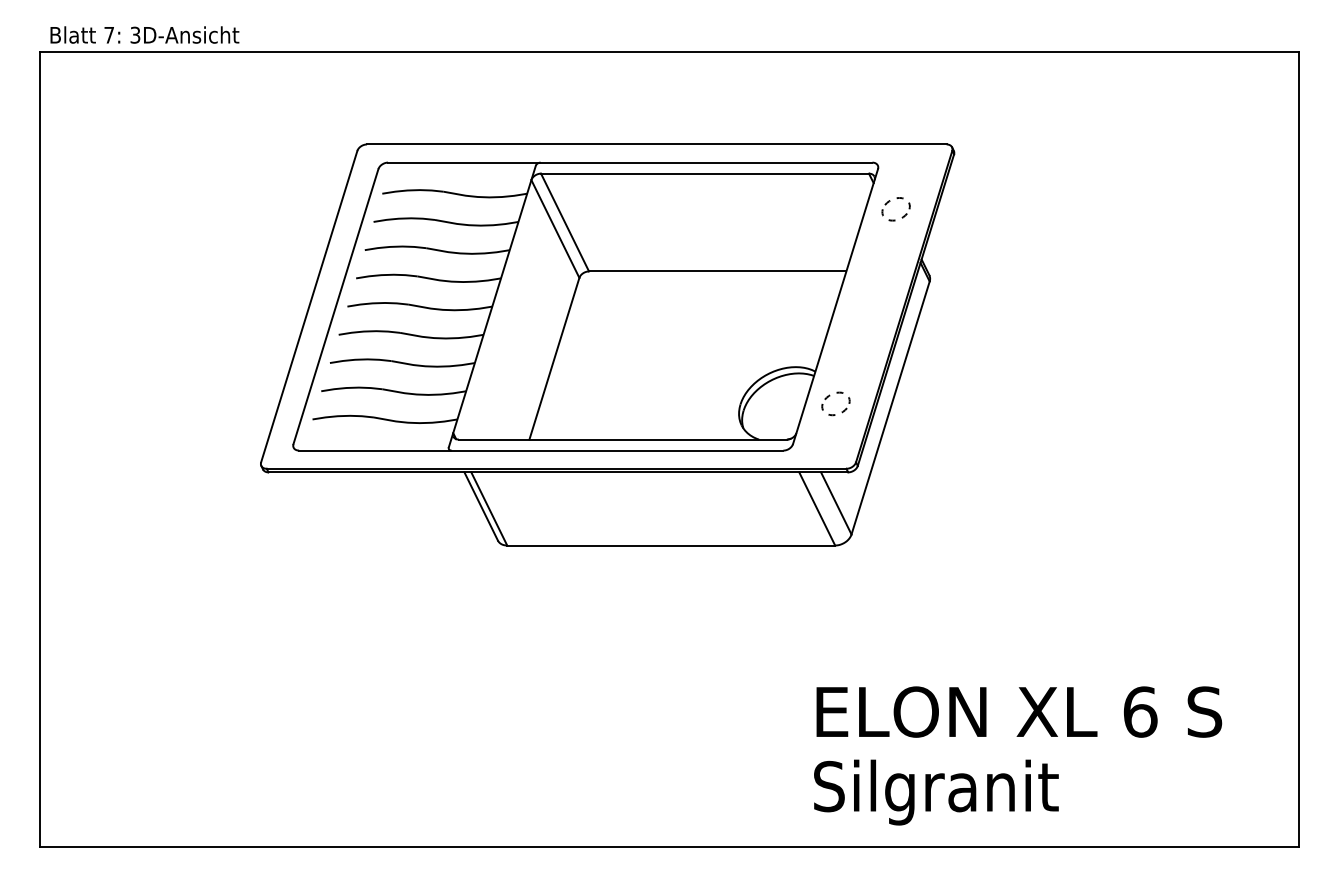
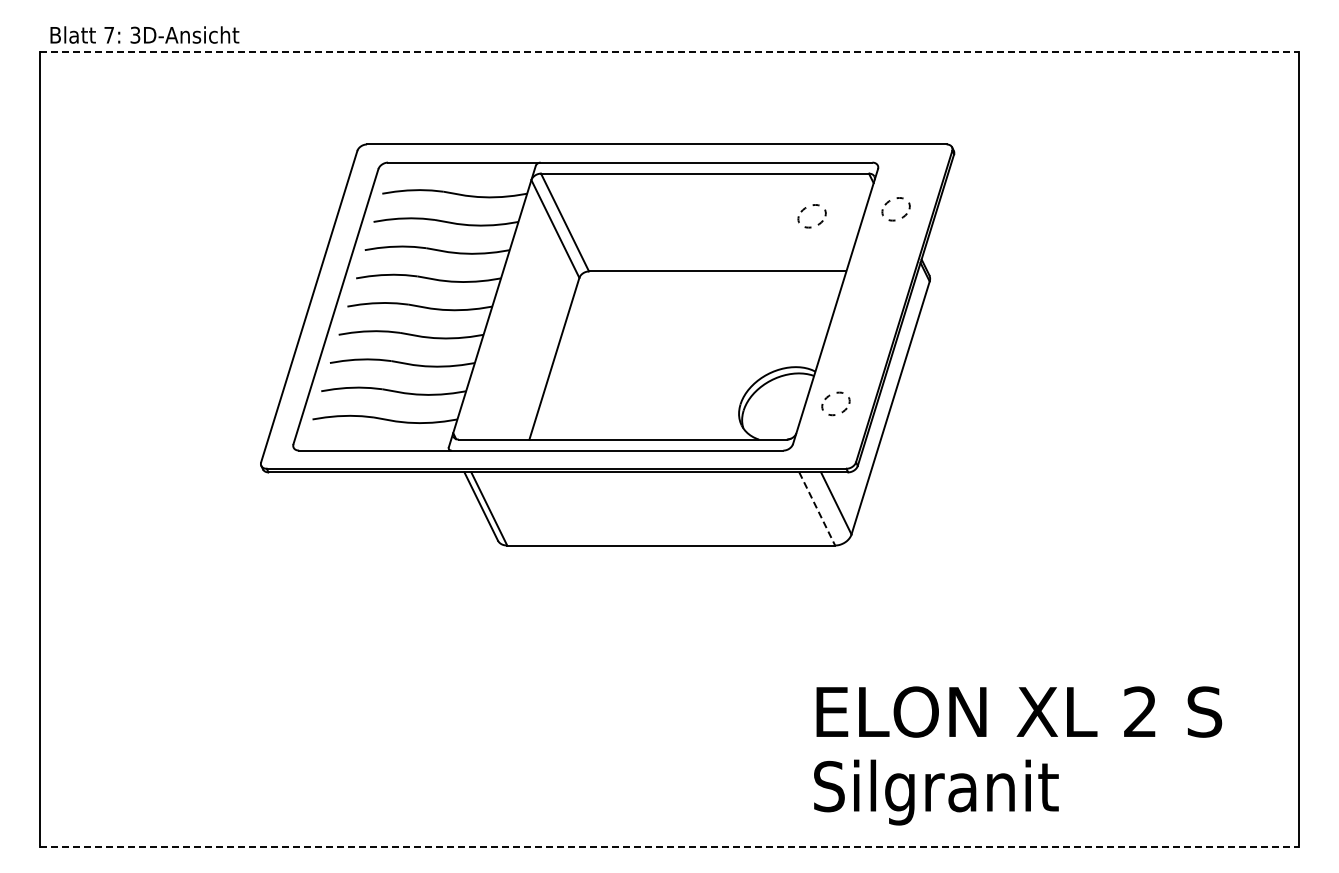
line at (669, 51): solid -> dashed
part at (805, 209): none -> present
line at (817, 508): solid -> dashed
text at (1140, 711): 6 -> 2
line at (669, 846): solid -> dashed
